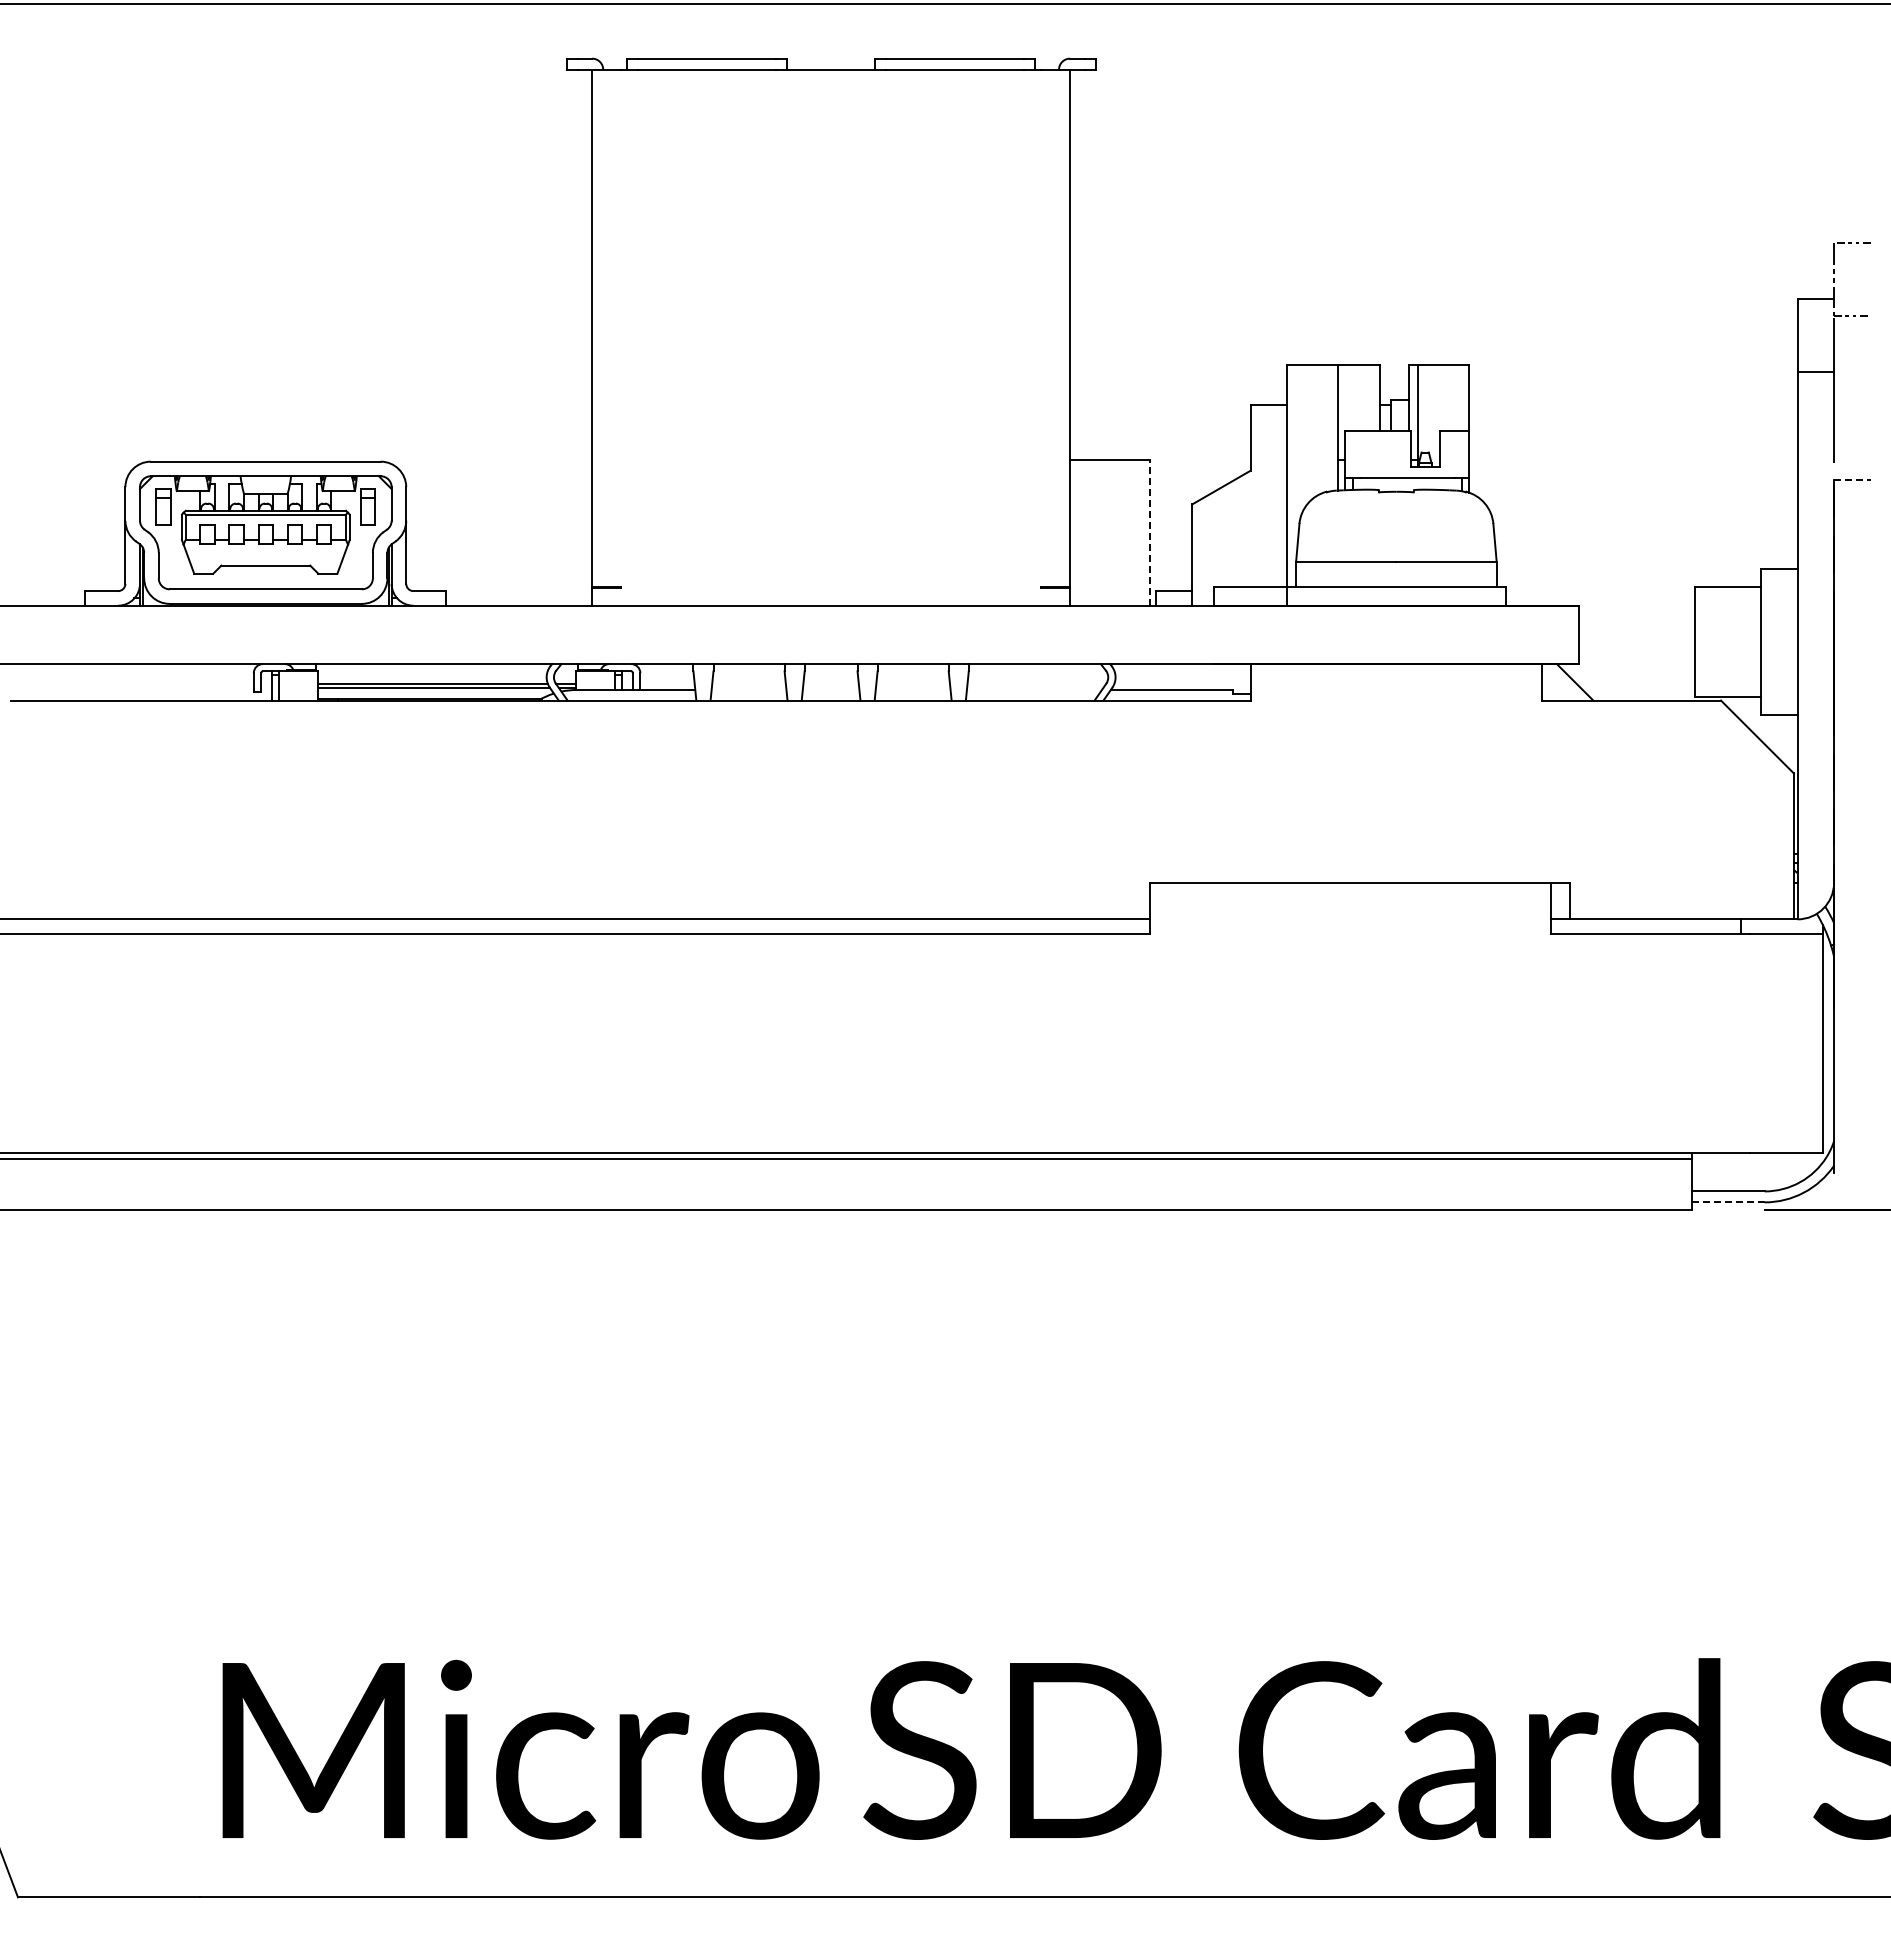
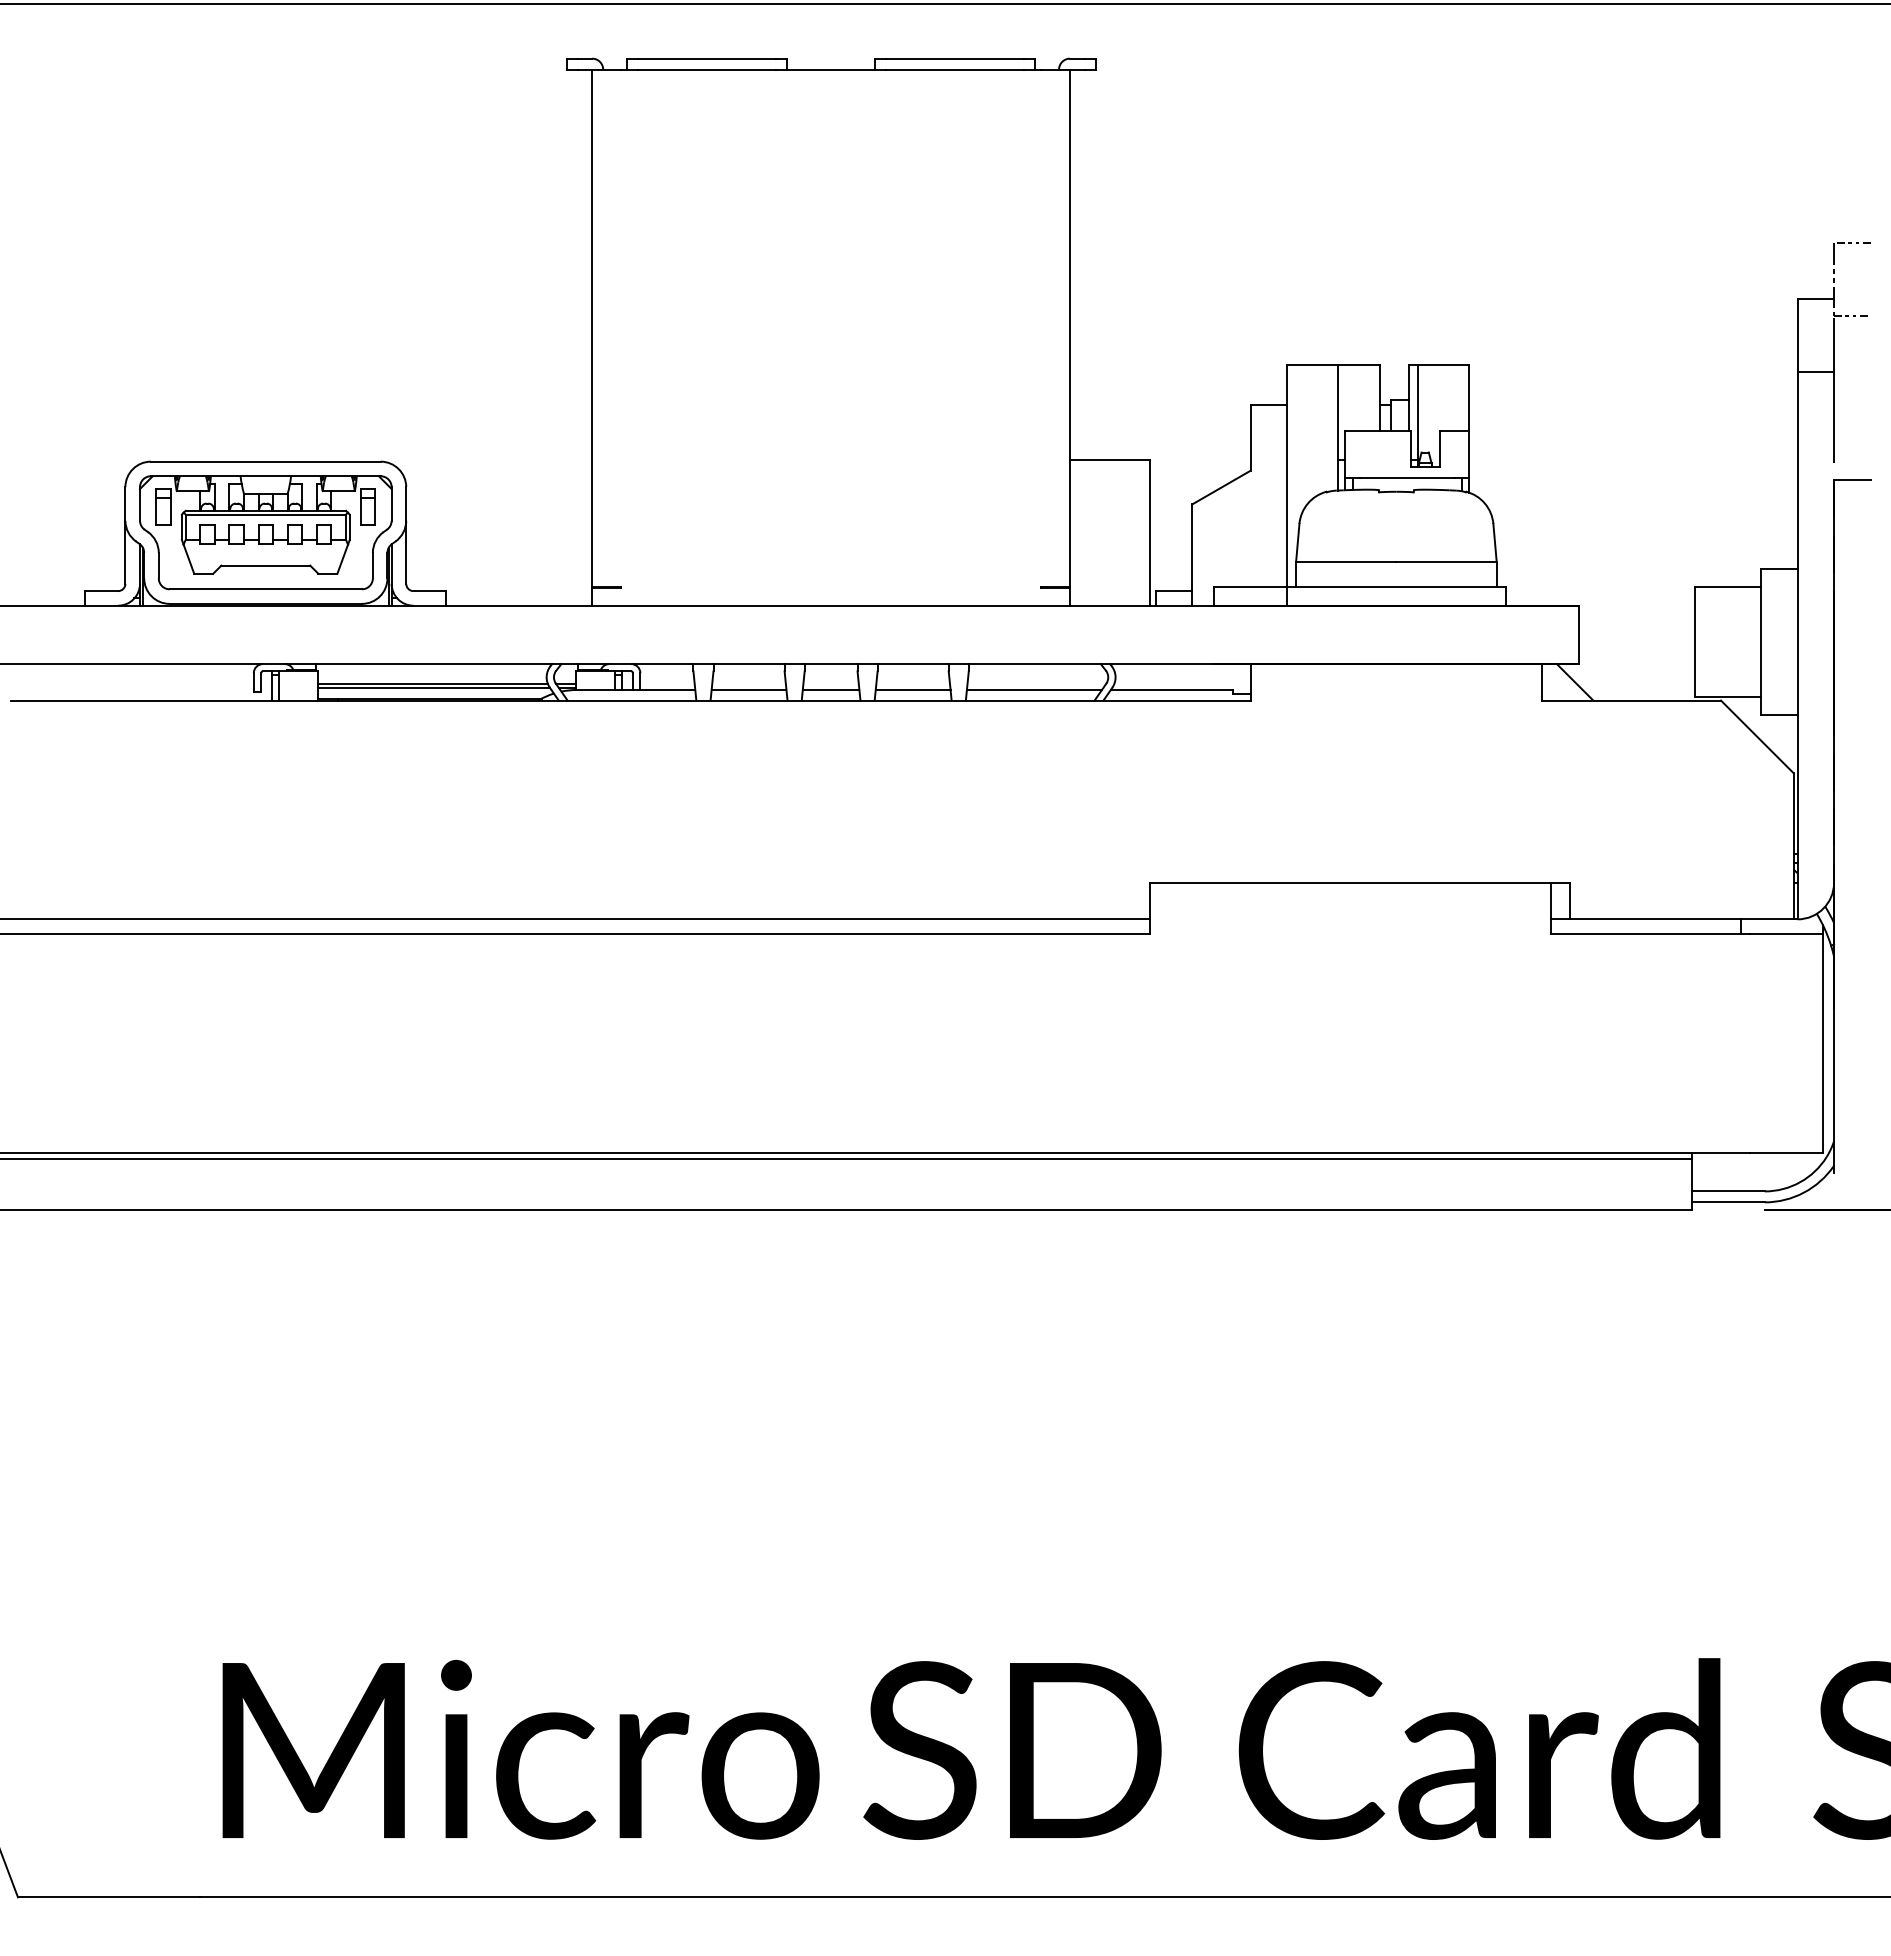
line at (1852, 480): dashed -> solid
line at (1150, 532): dashed -> solid
line at (748, 689): none -> present
line at (830, 689): none -> present
line at (912, 689): none -> present
line at (1033, 689): none -> present
line at (1728, 1202): dashed -> solid
